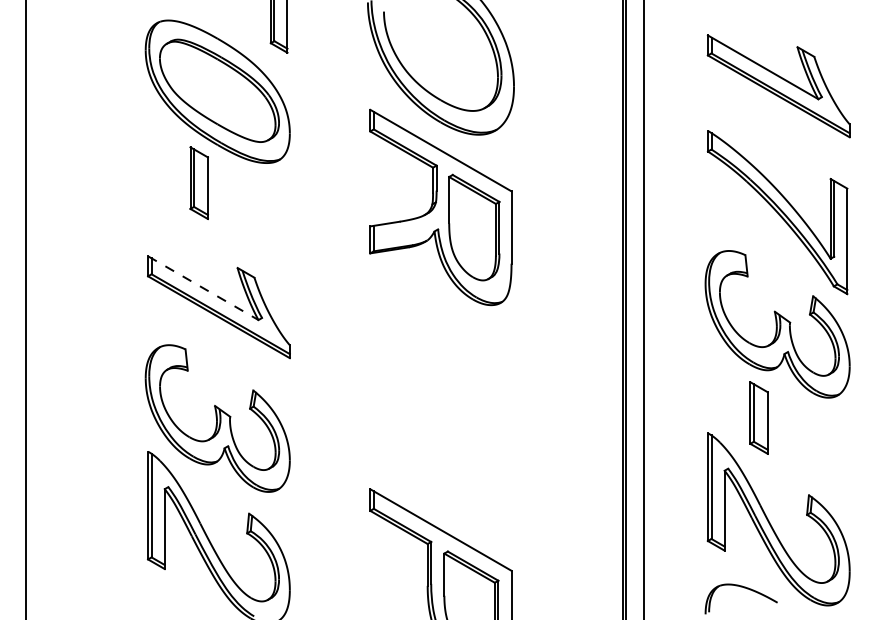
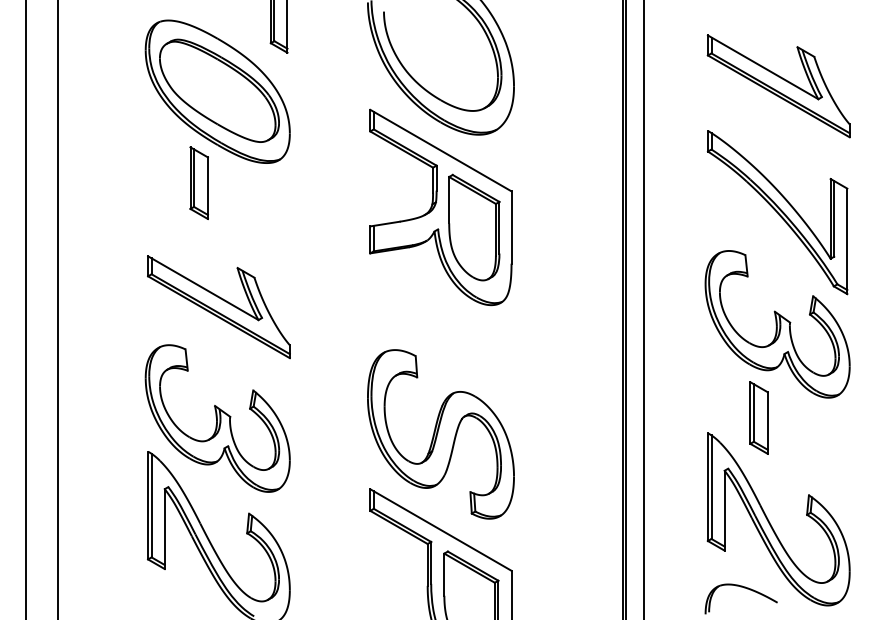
line at (203, 288): dashed -> solid
line at (58, 309): none -> present
part at (440, 434): none -> present
